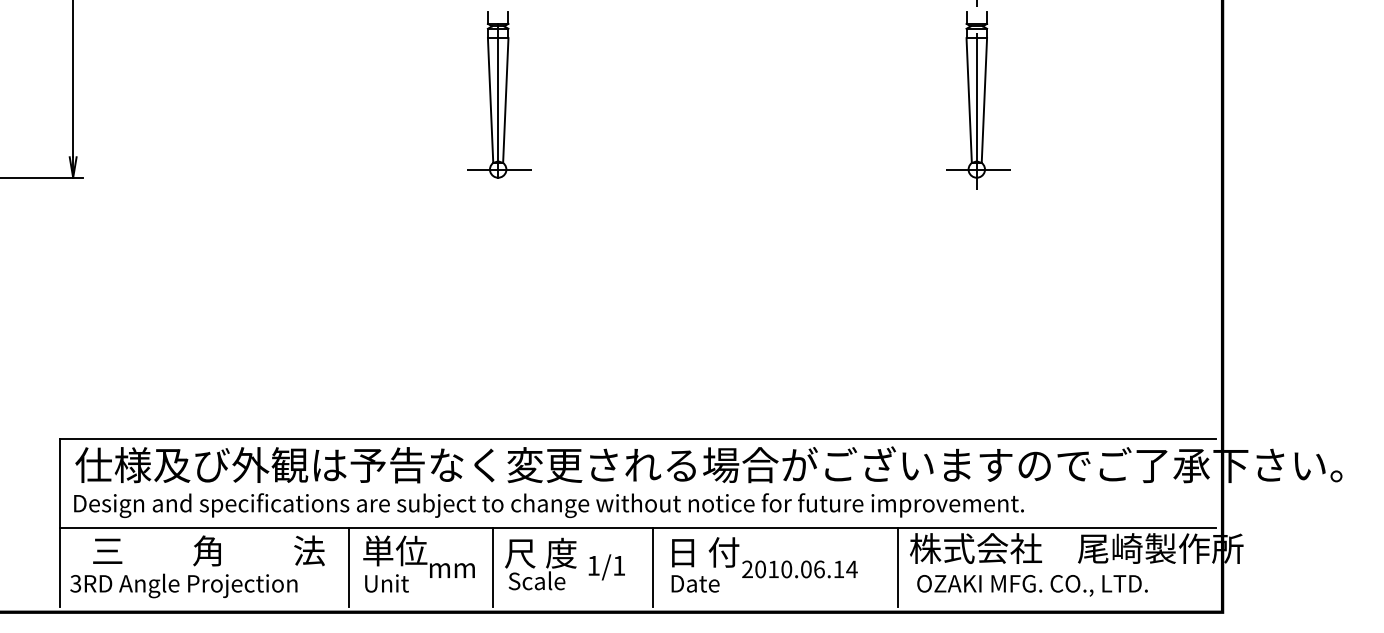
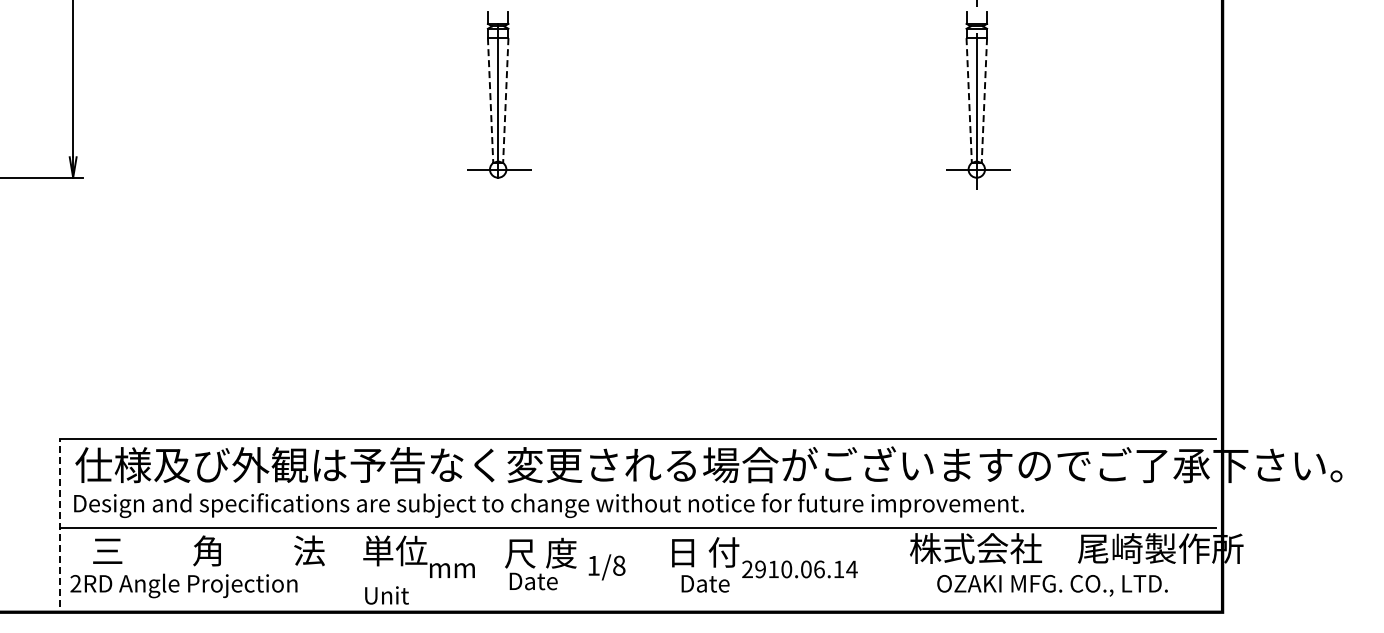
line at (490, 101): solid -> dashed
line at (505, 101): solid -> dashed
line at (969, 101): solid -> dashed
line at (984, 101): solid -> dashed
line at (59, 523): solid -> dashed
text at (619, 565): 1/1 -> 1/8
line at (349, 566): present -> none
line at (493, 566): present -> none
line at (653, 566): present -> none
line at (897, 566): present -> none
text at (760, 569): 2010.06.14 -> 2910.06.14
text at (536, 580): Scale -> Date
text at (75, 583): 3RD -> 2RD
text at (386, 583) position: (386, 583) -> (386, 595)
text at (695, 583) position: (695, 583) -> (705, 583)
text at (1032, 585) position: (1032, 585) -> (1052, 585)
